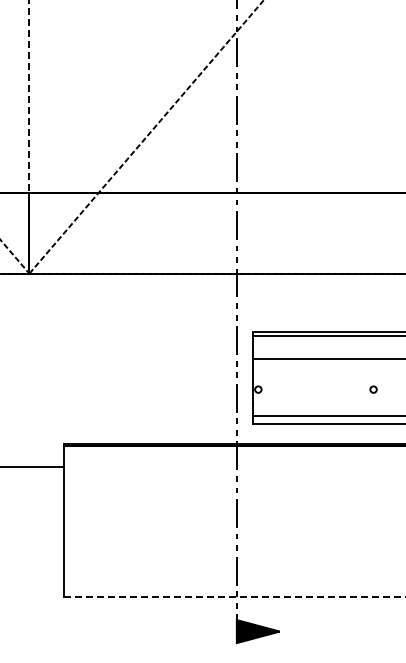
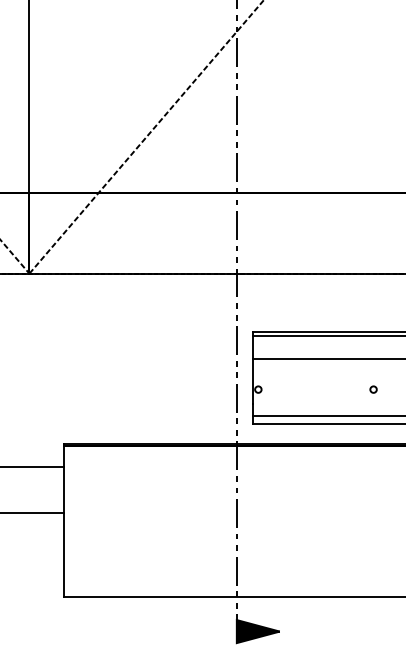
line at (29, 97): dashed -> solid
line at (33, 513): none -> present
line at (234, 597): dashed -> solid
